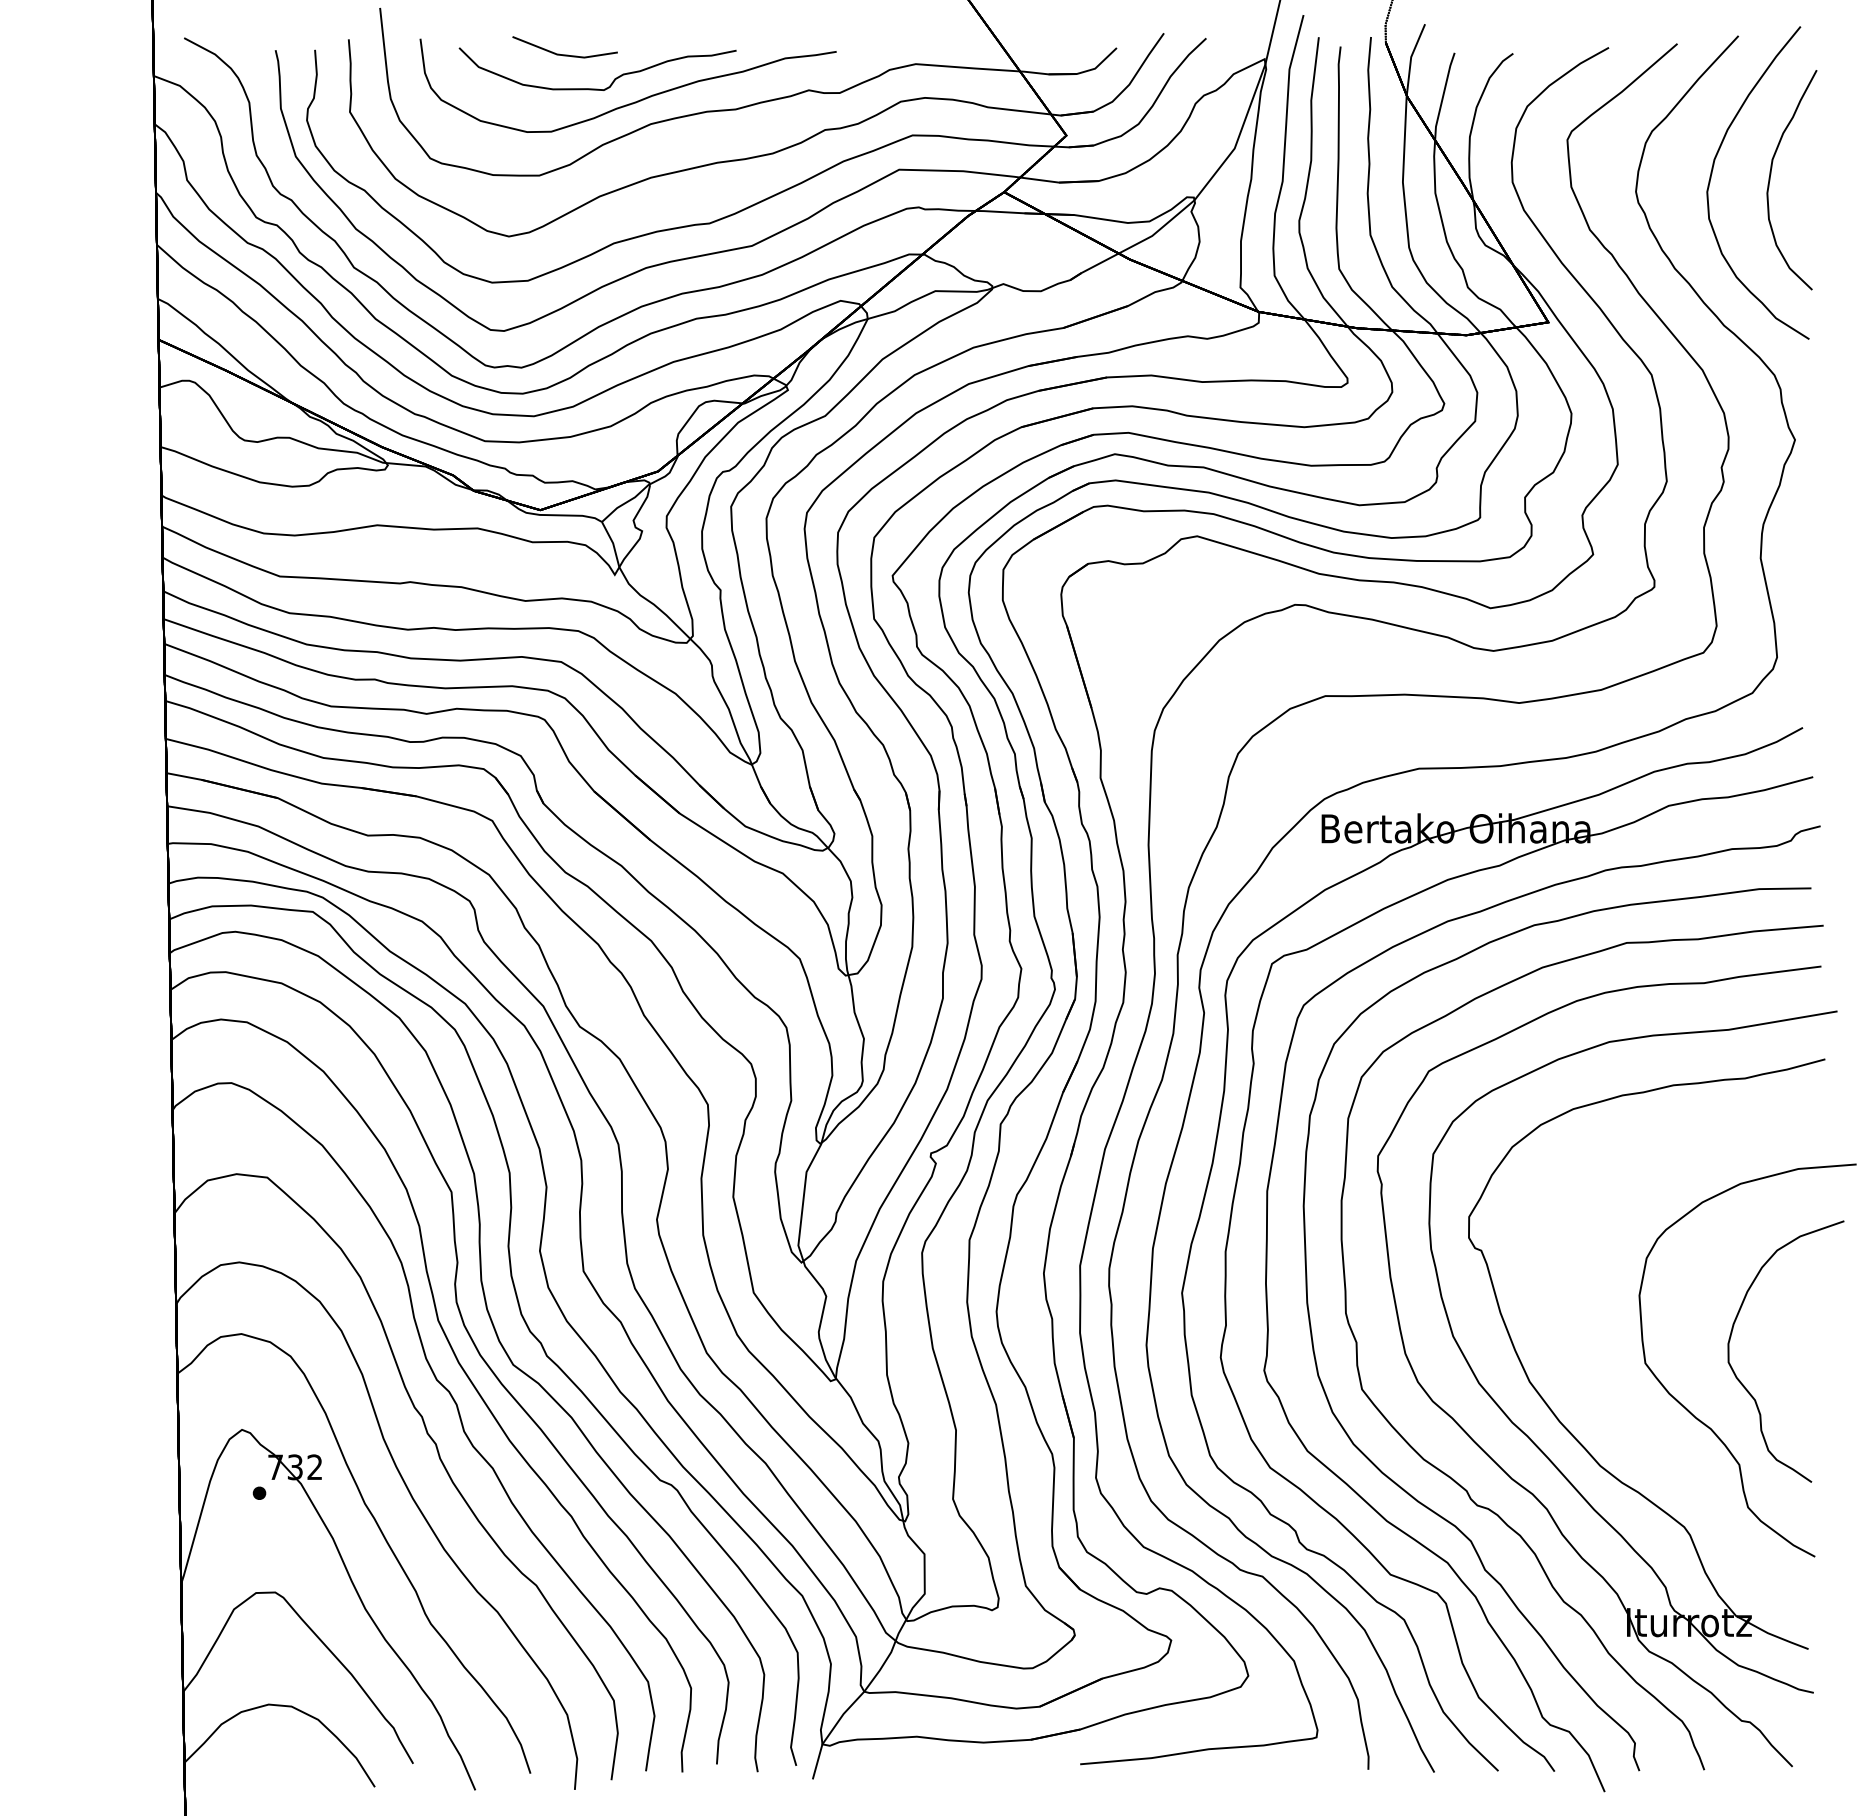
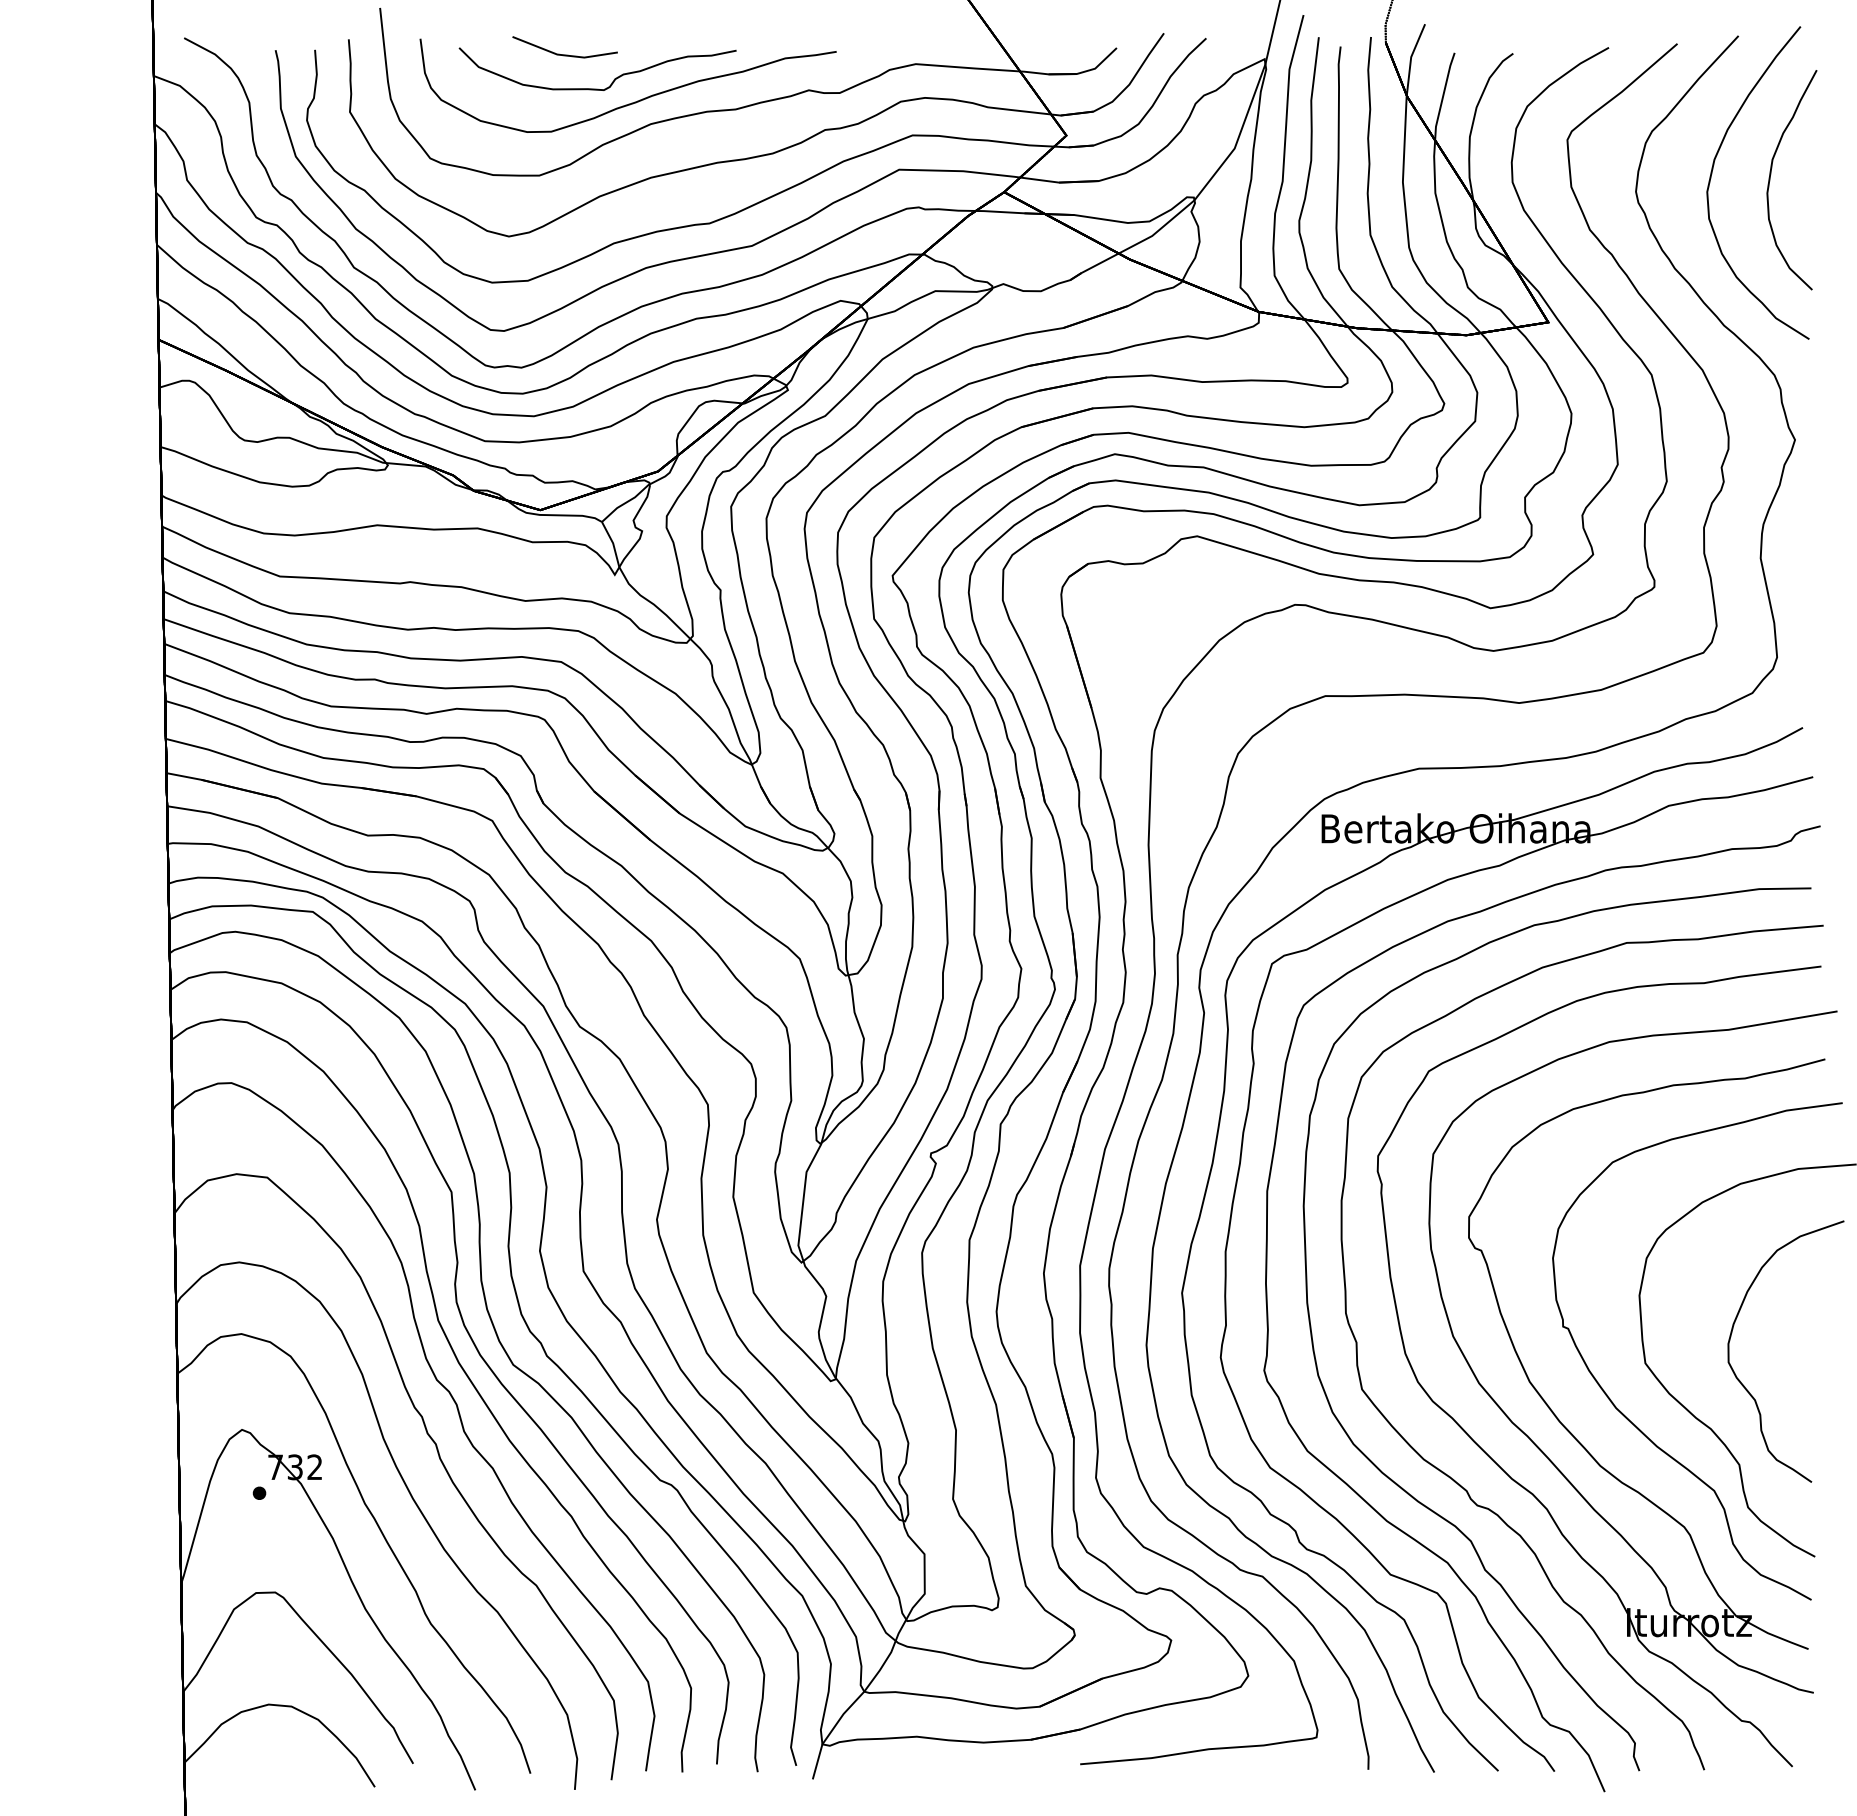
part at (1636, 1425): none -> present
